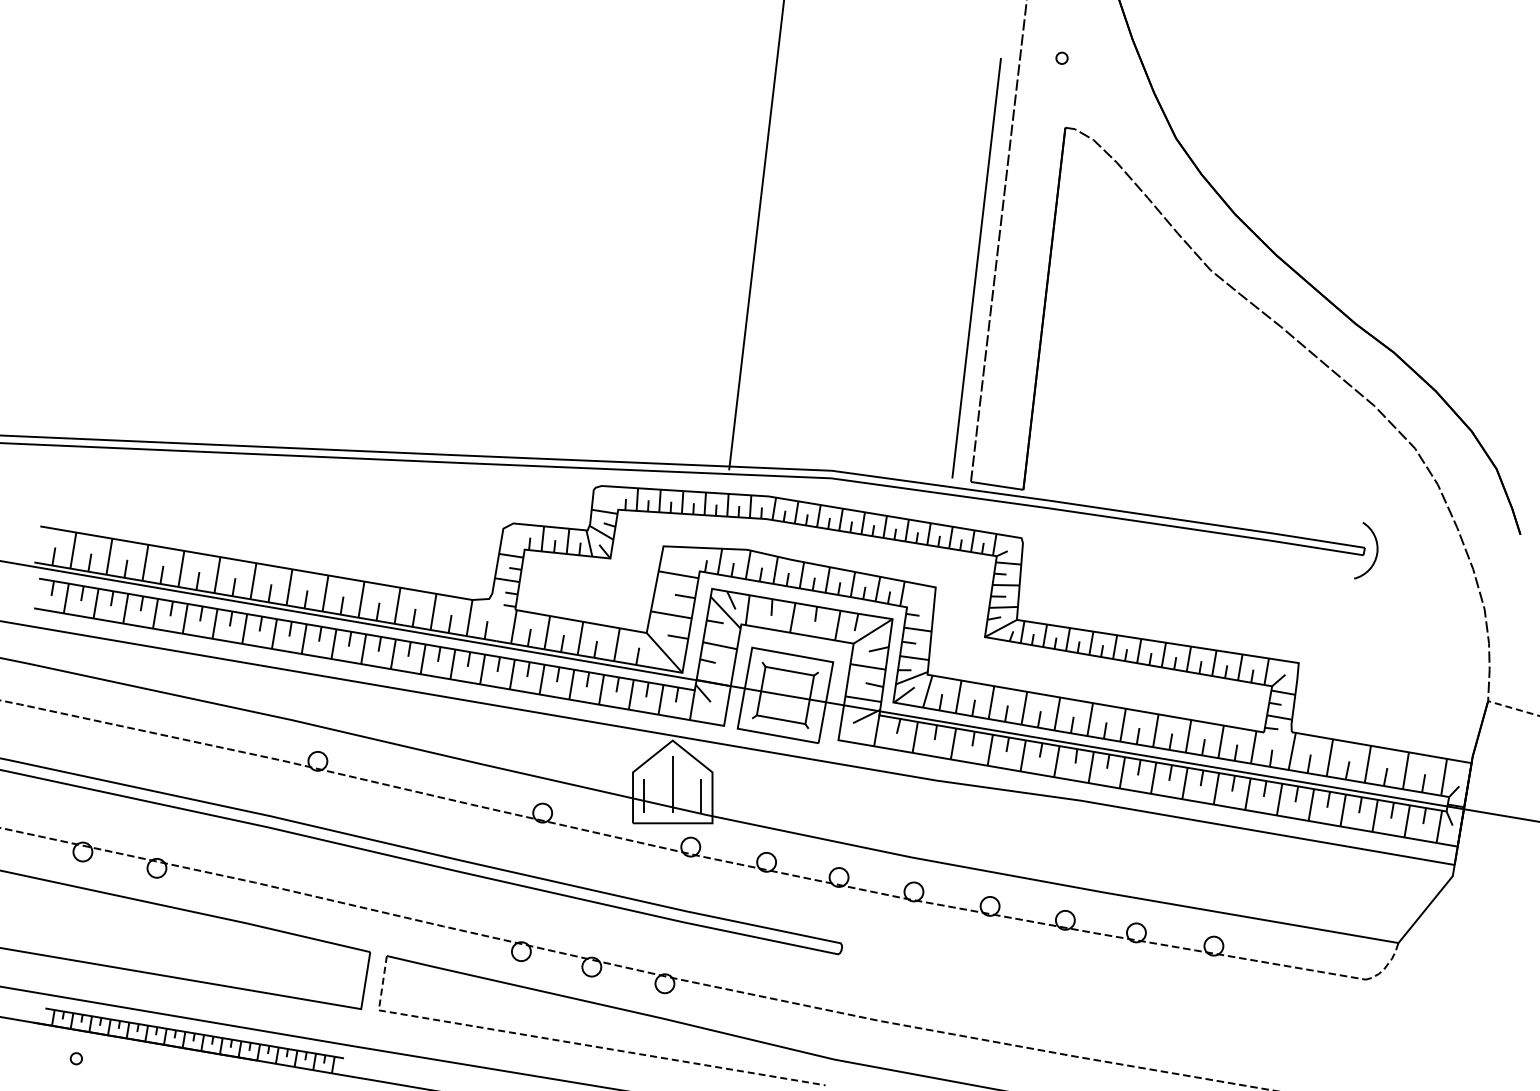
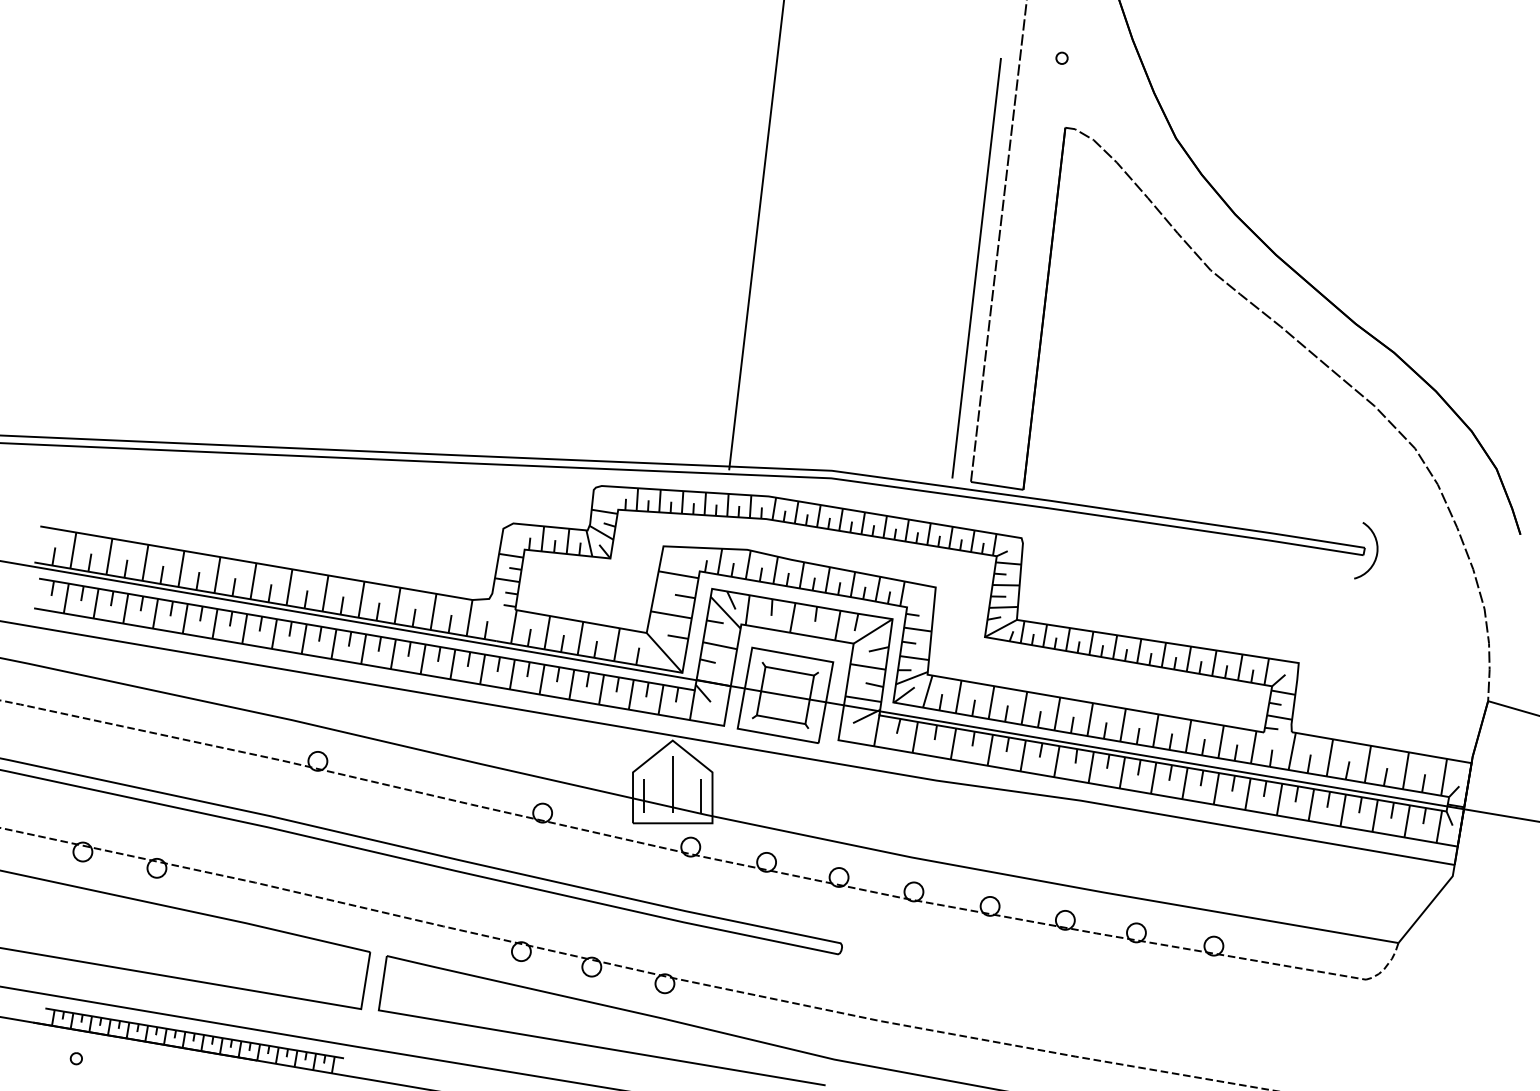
line at (1513, 708): dashed -> solid
line at (574, 1043): dashed -> solid
